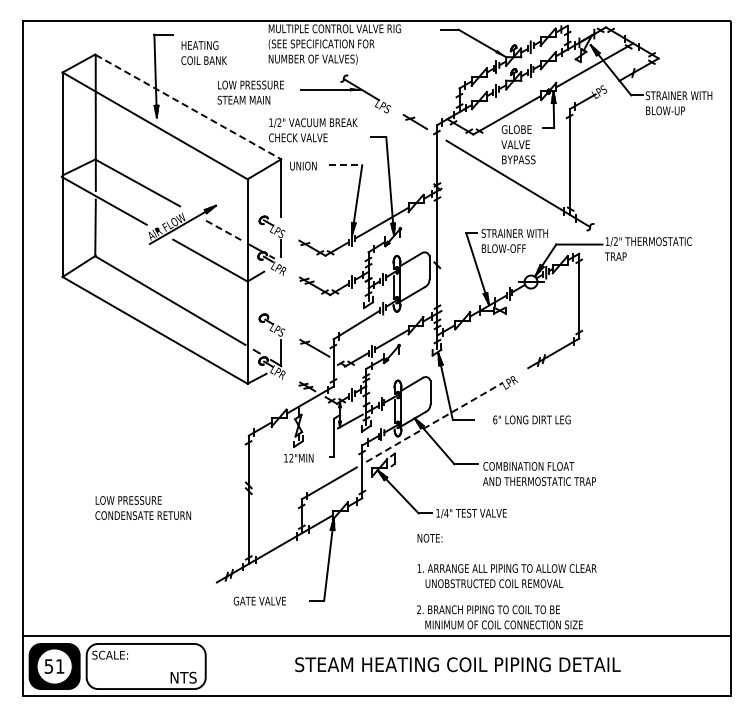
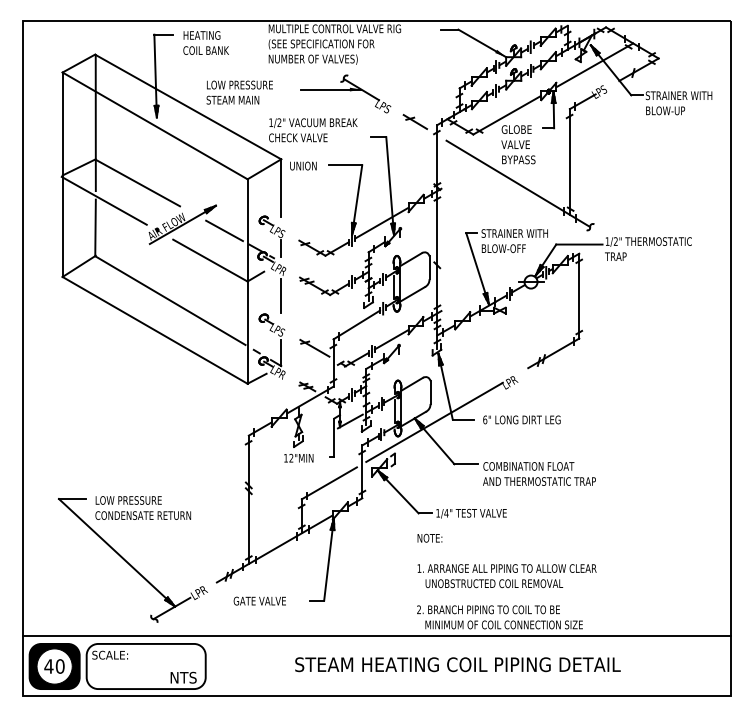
text at (203, 52) position: (203, 52) -> (205, 42)
text at (250, 92) position: (250, 92) -> (239, 92)
line at (188, 107): dashed -> solid
line at (345, 165): dashed -> solid
line at (224, 231): dashed -> solid
line at (281, 295): none -> present
text at (531, 419) position: (531, 419) -> (521, 419)
line at (434, 422): dashed -> solid
part at (132, 560): none -> present
text at (54, 666): 51 -> 40
